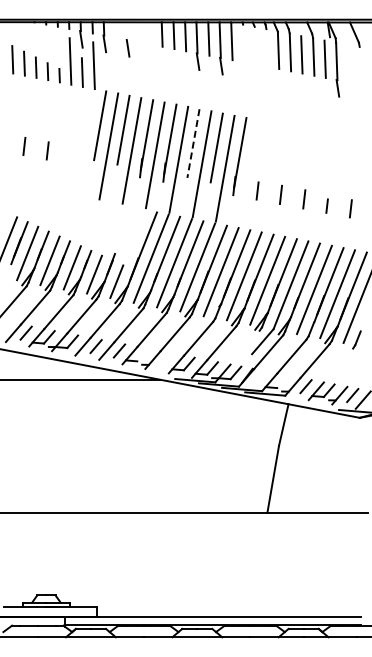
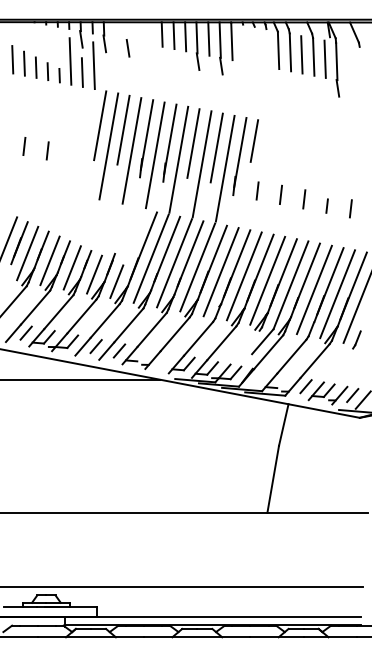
line at (254, 140): none -> present
line at (193, 143): dashed -> solid
line at (182, 586): none -> present
